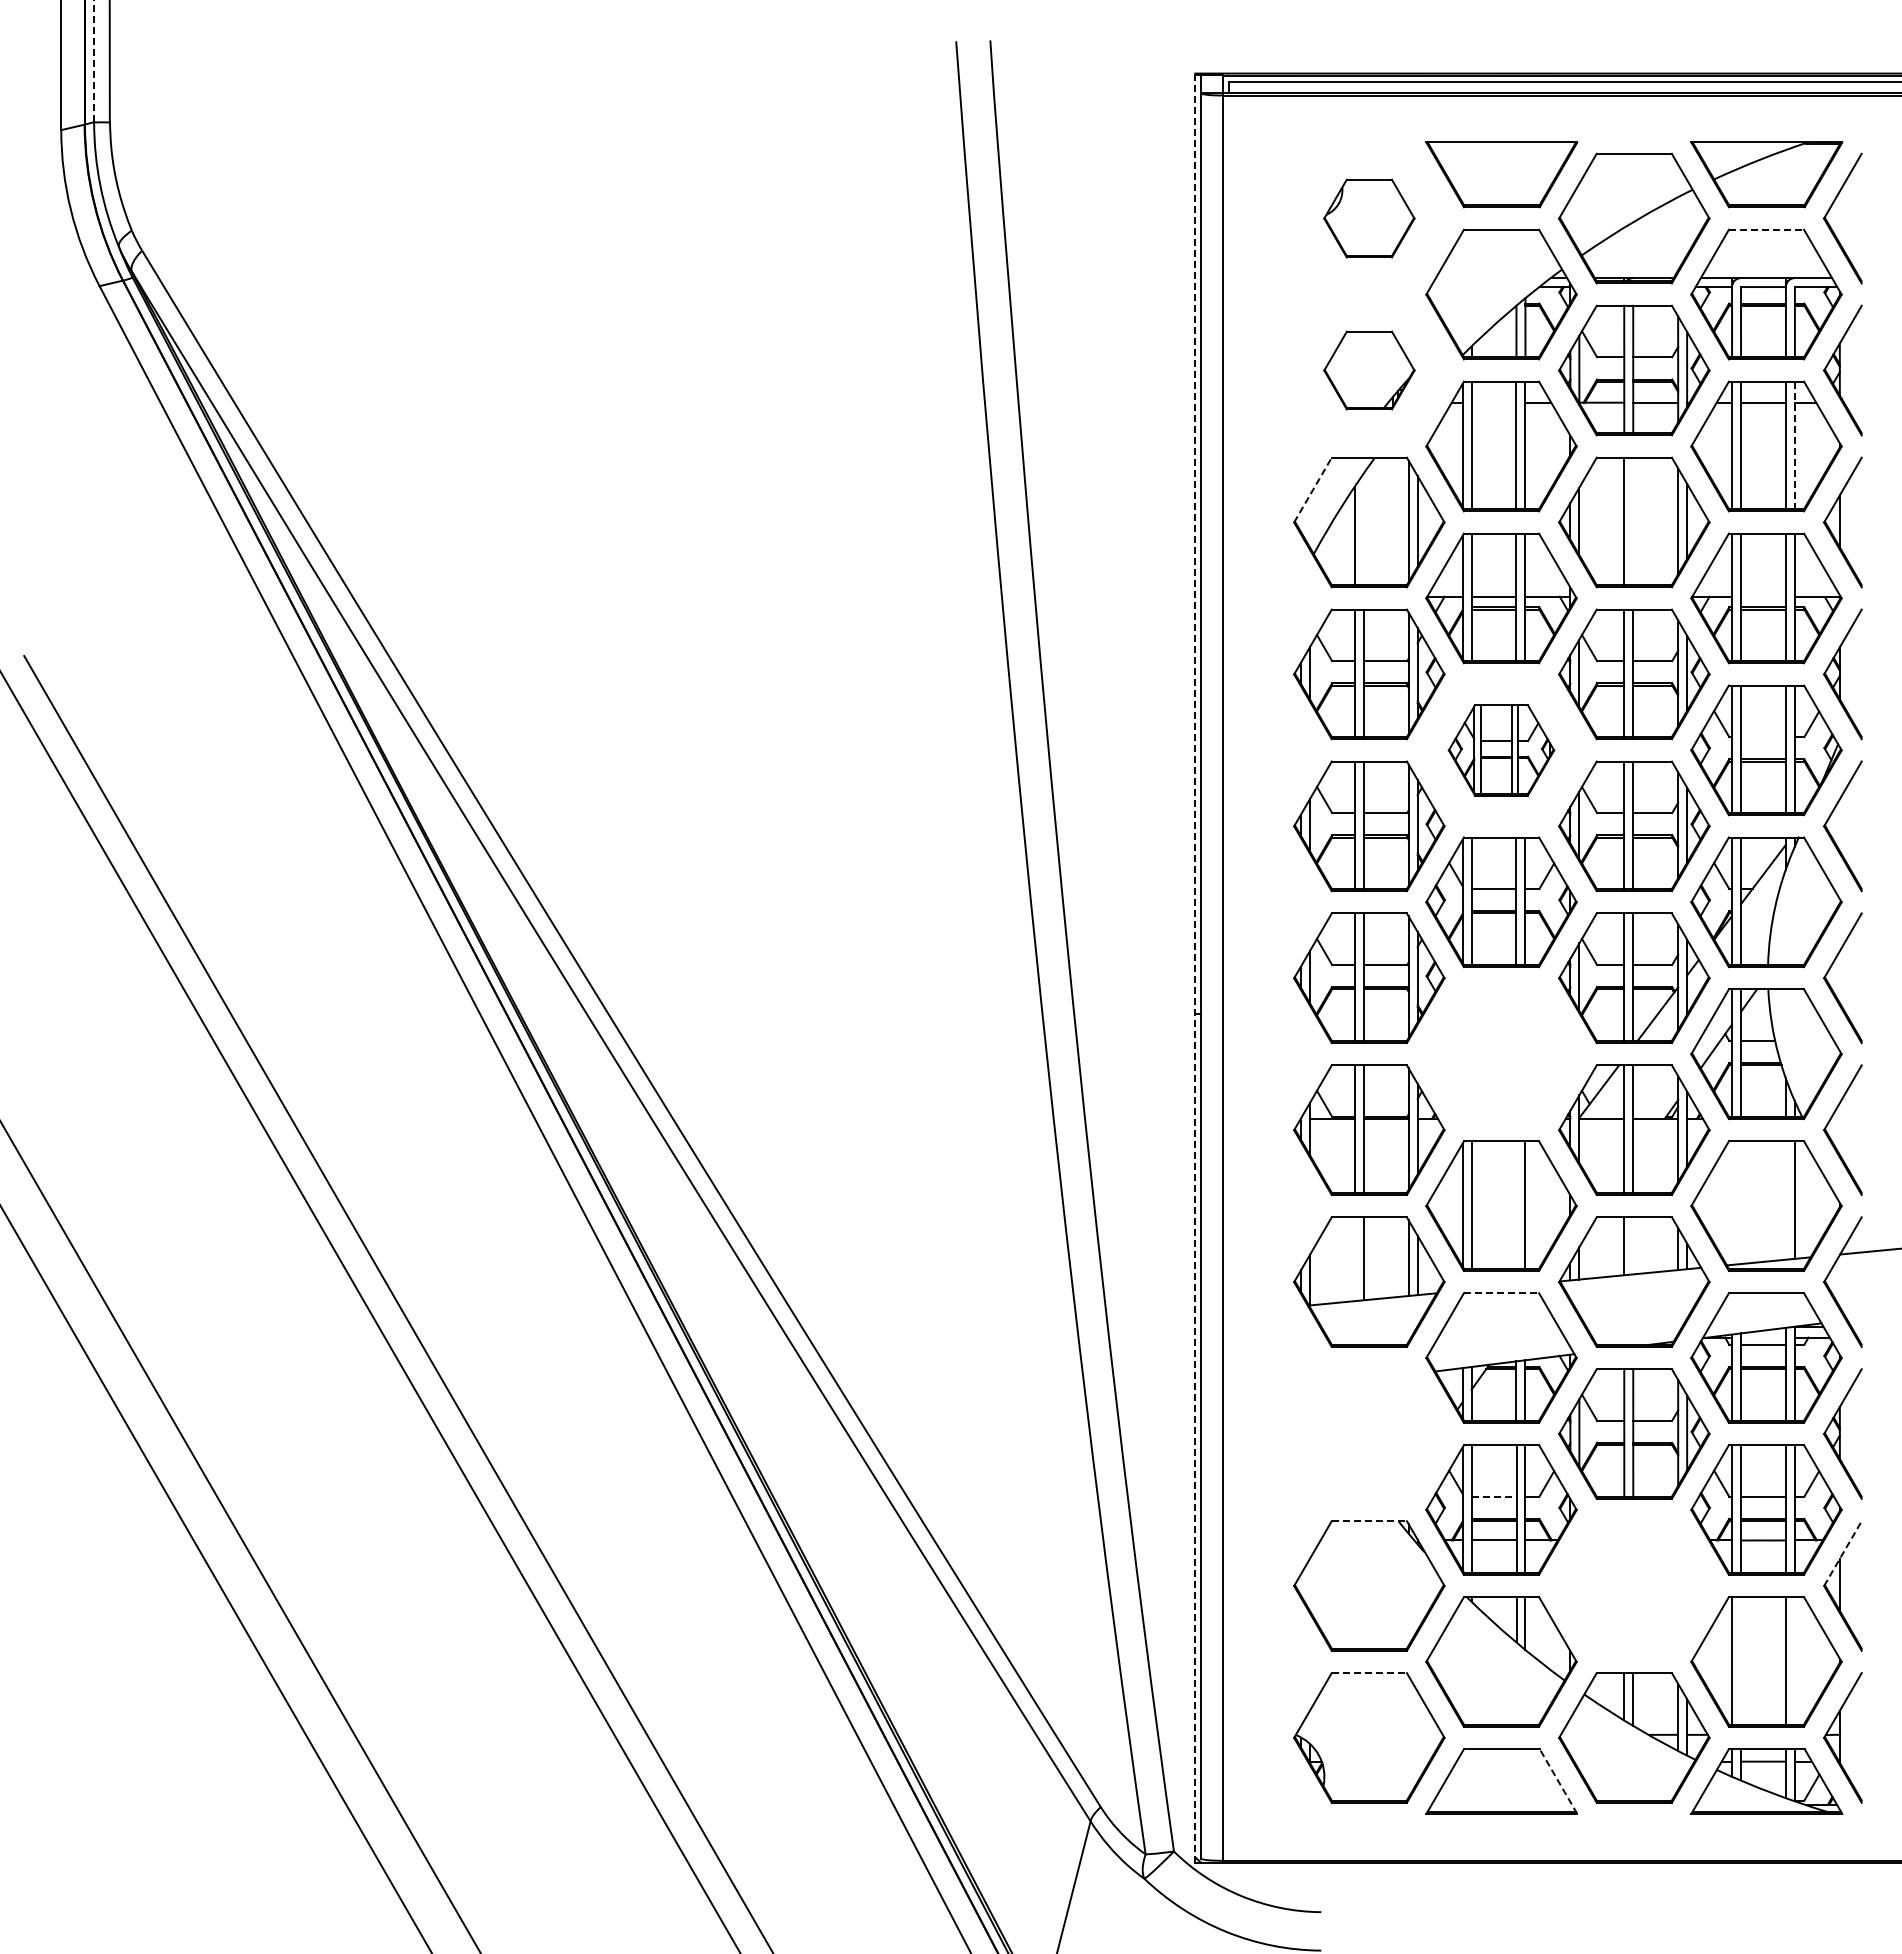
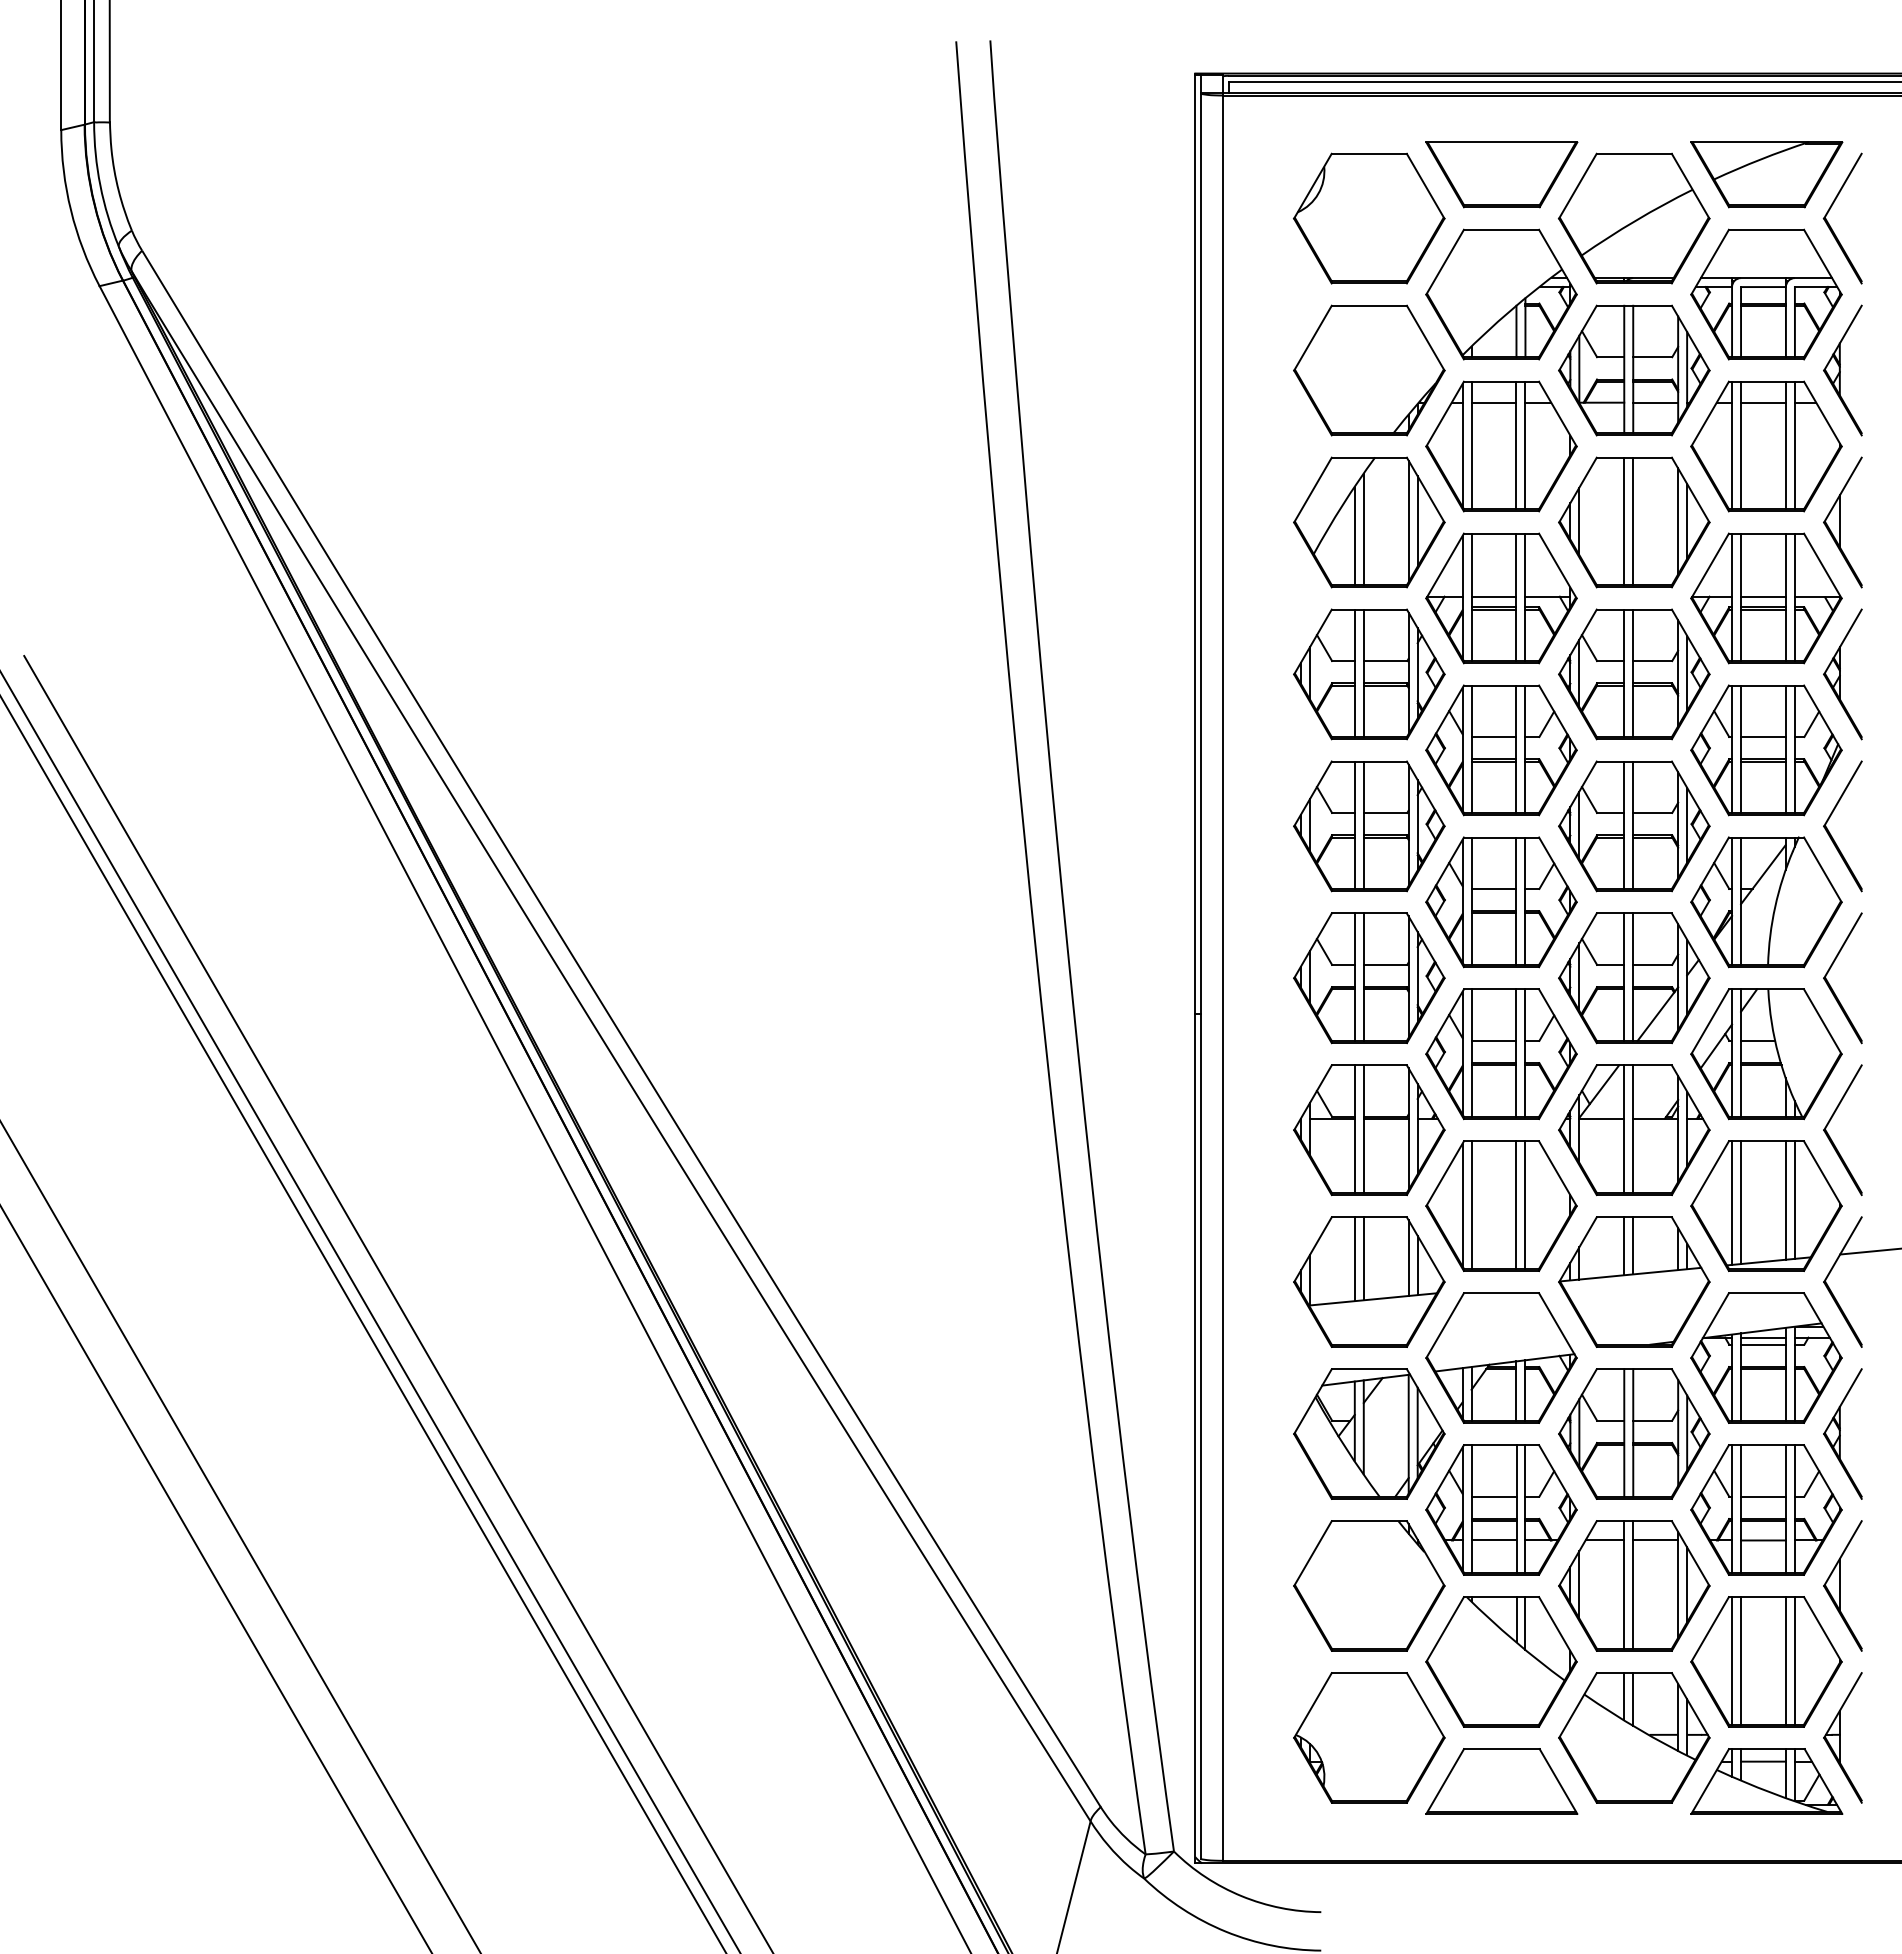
line at (94, 61): dashed -> solid
part at (1369, 218) size: 93x81 px -> 153x133 px
line at (1766, 229): dashed -> solid
part at (1369, 370) size: 93x81 px -> 153x133 px
line at (1493, 402): none -> present
line at (1794, 445): dashed -> solid
line at (1313, 489): dashed -> solid
line at (1633, 521): none -> present
line at (1363, 529): none -> present
line at (1763, 596): none -> present
line at (1763, 737): none -> present
part at (1501, 750) size: 109x93 px -> 153x133 px
line at (1195, 968): dashed -> solid
part at (1501, 1054): none -> present
line at (1785, 1200): none -> present
line at (1732, 1202): none -> present
line at (1741, 1202): none -> present
line at (1516, 1204): none -> present
line at (1633, 1245): none -> present
line at (1354, 1259): none -> present
line at (1501, 1293): dashed -> solid
line at (363, 1324): none -> present
line at (1763, 1337): none -> present
part at (1369, 1433): none -> present
line at (1494, 1496): dashed -> solid
line at (1369, 1521): dashed -> solid
line at (1843, 1553): dashed -> solid
part at (1634, 1585): none -> present
line at (1741, 1660): none -> present
line at (1794, 1660): none -> present
line at (1369, 1673): dashed -> solid
line at (1558, 1781): dashed -> solid
